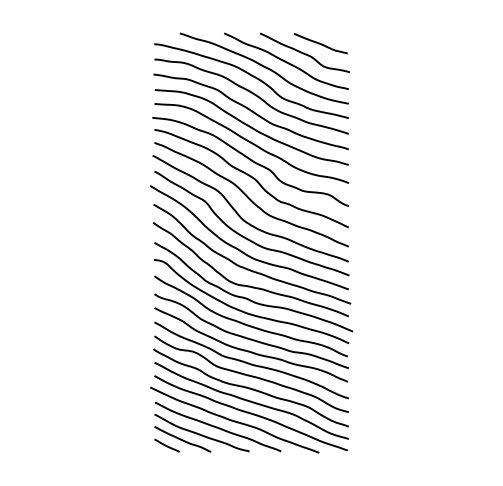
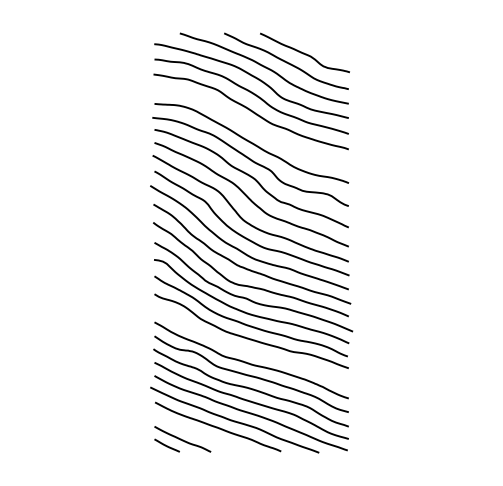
curve at (320, 43): present -> none
curve at (251, 127): present -> none
curve at (249, 350): present -> none
curve at (200, 433): present -> none
